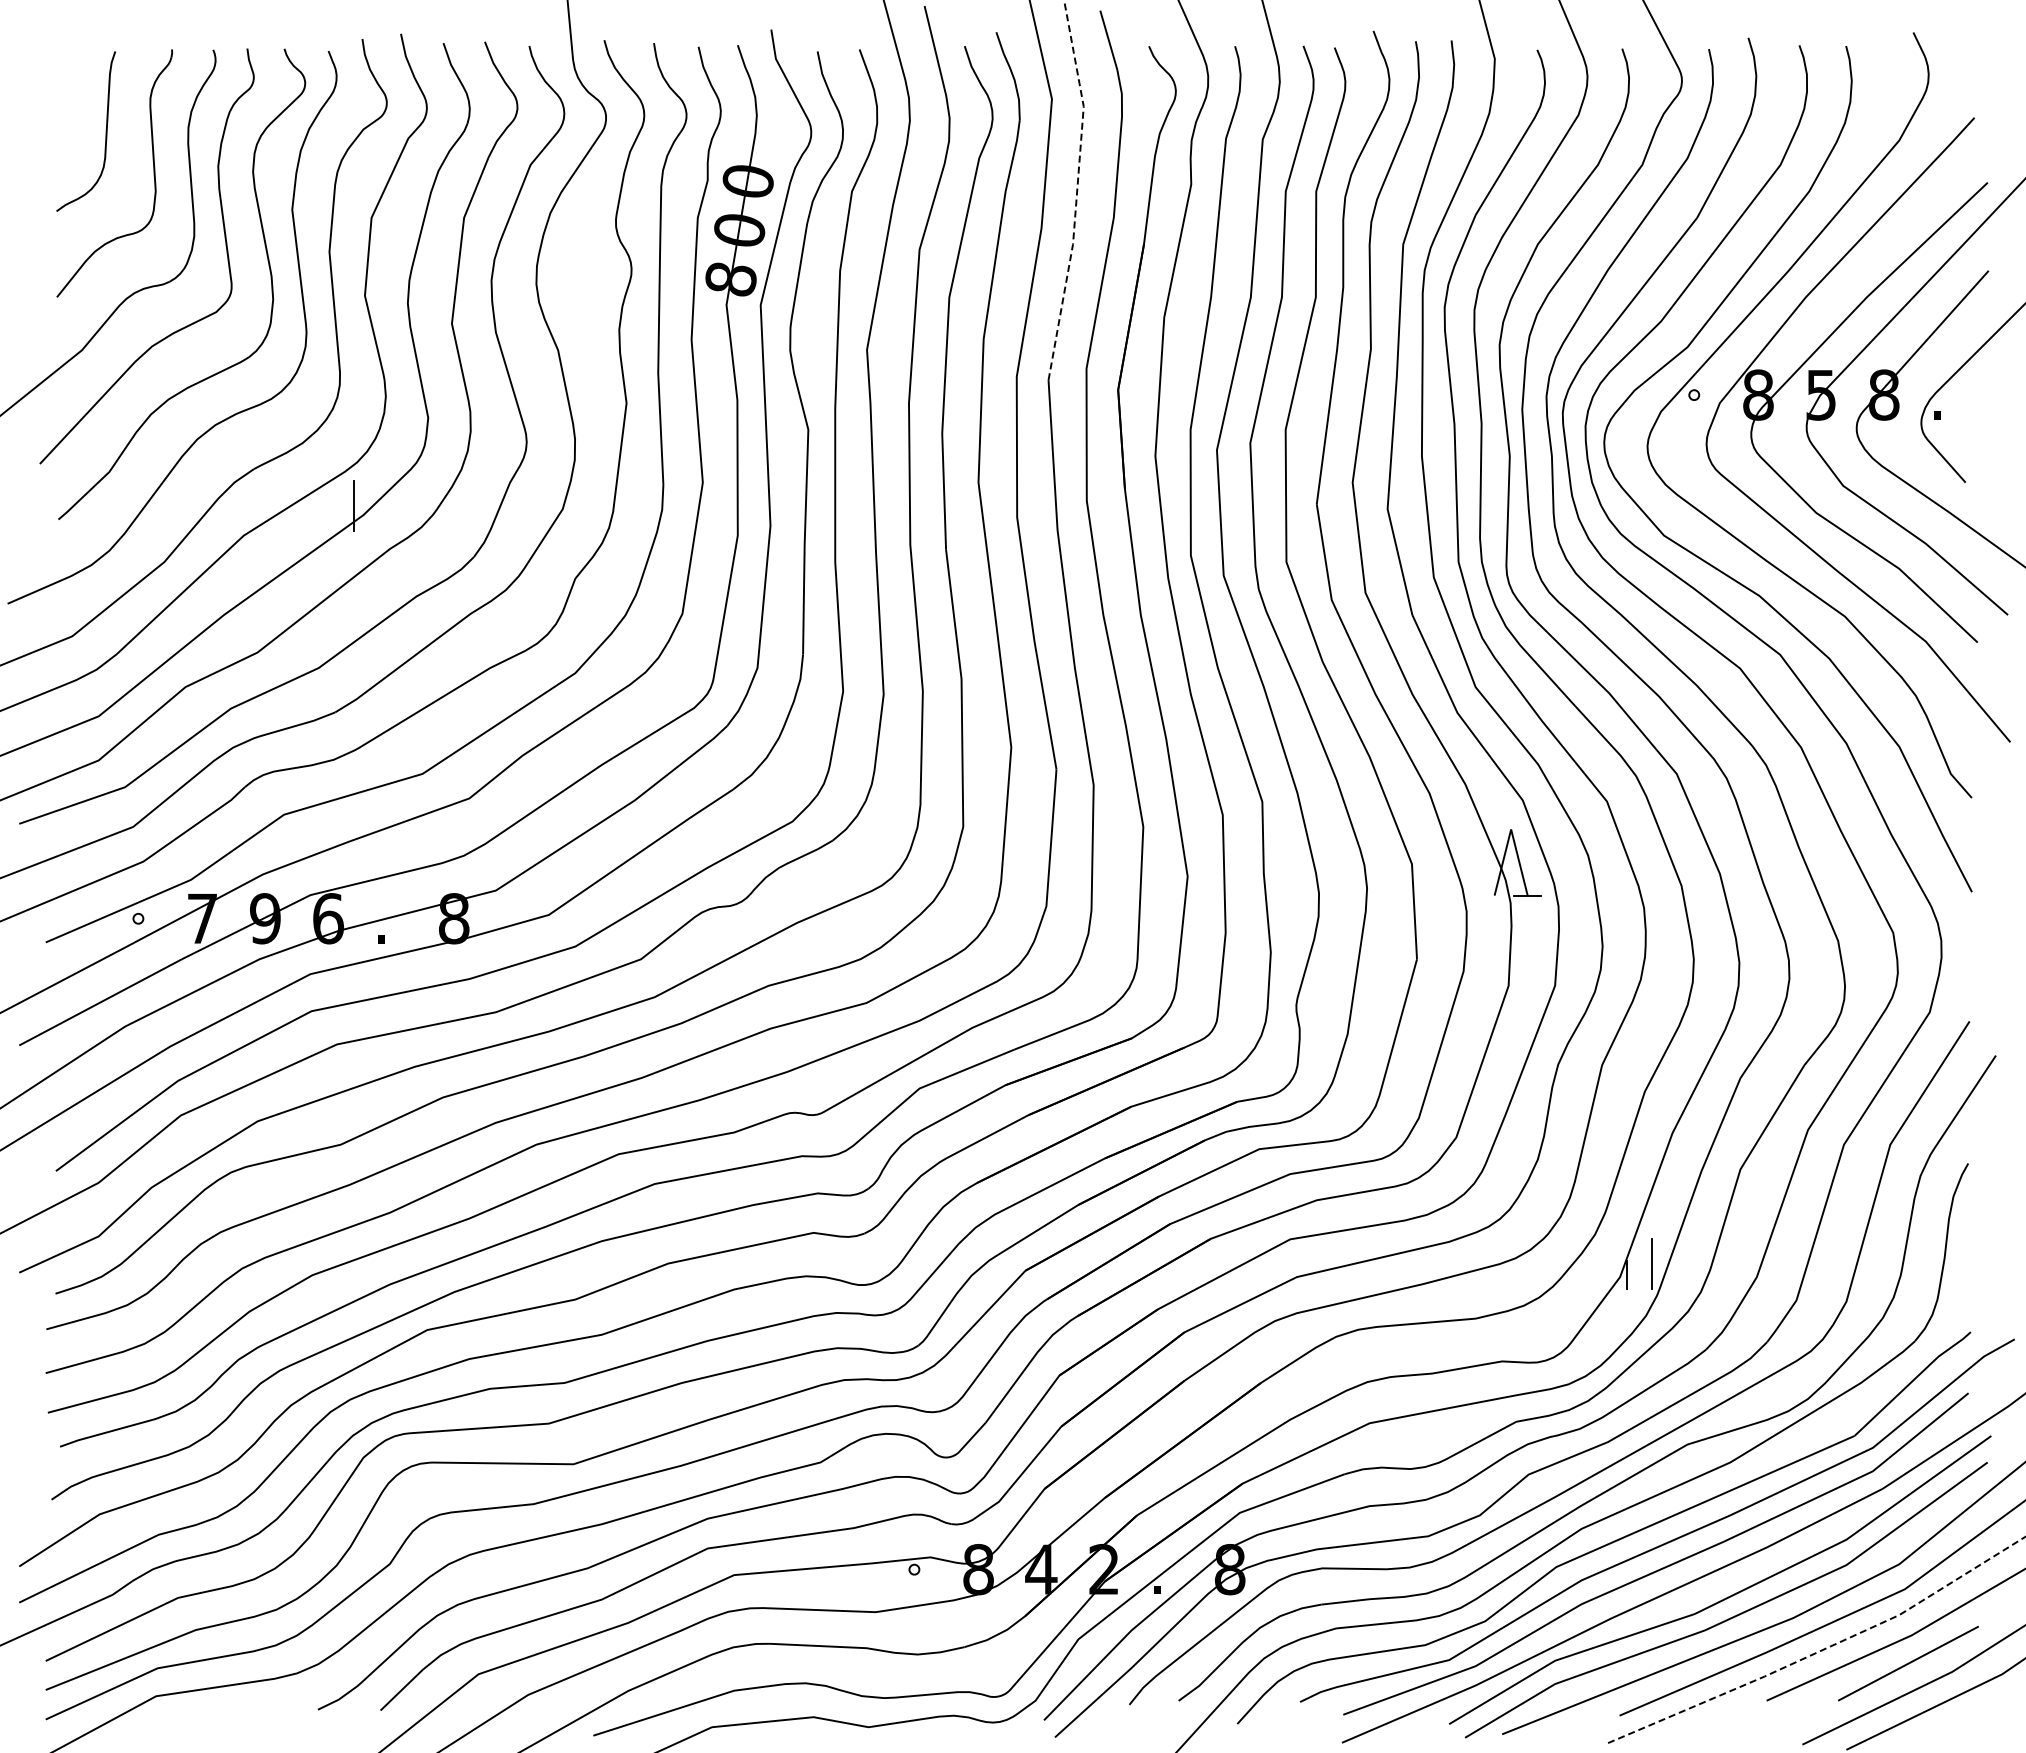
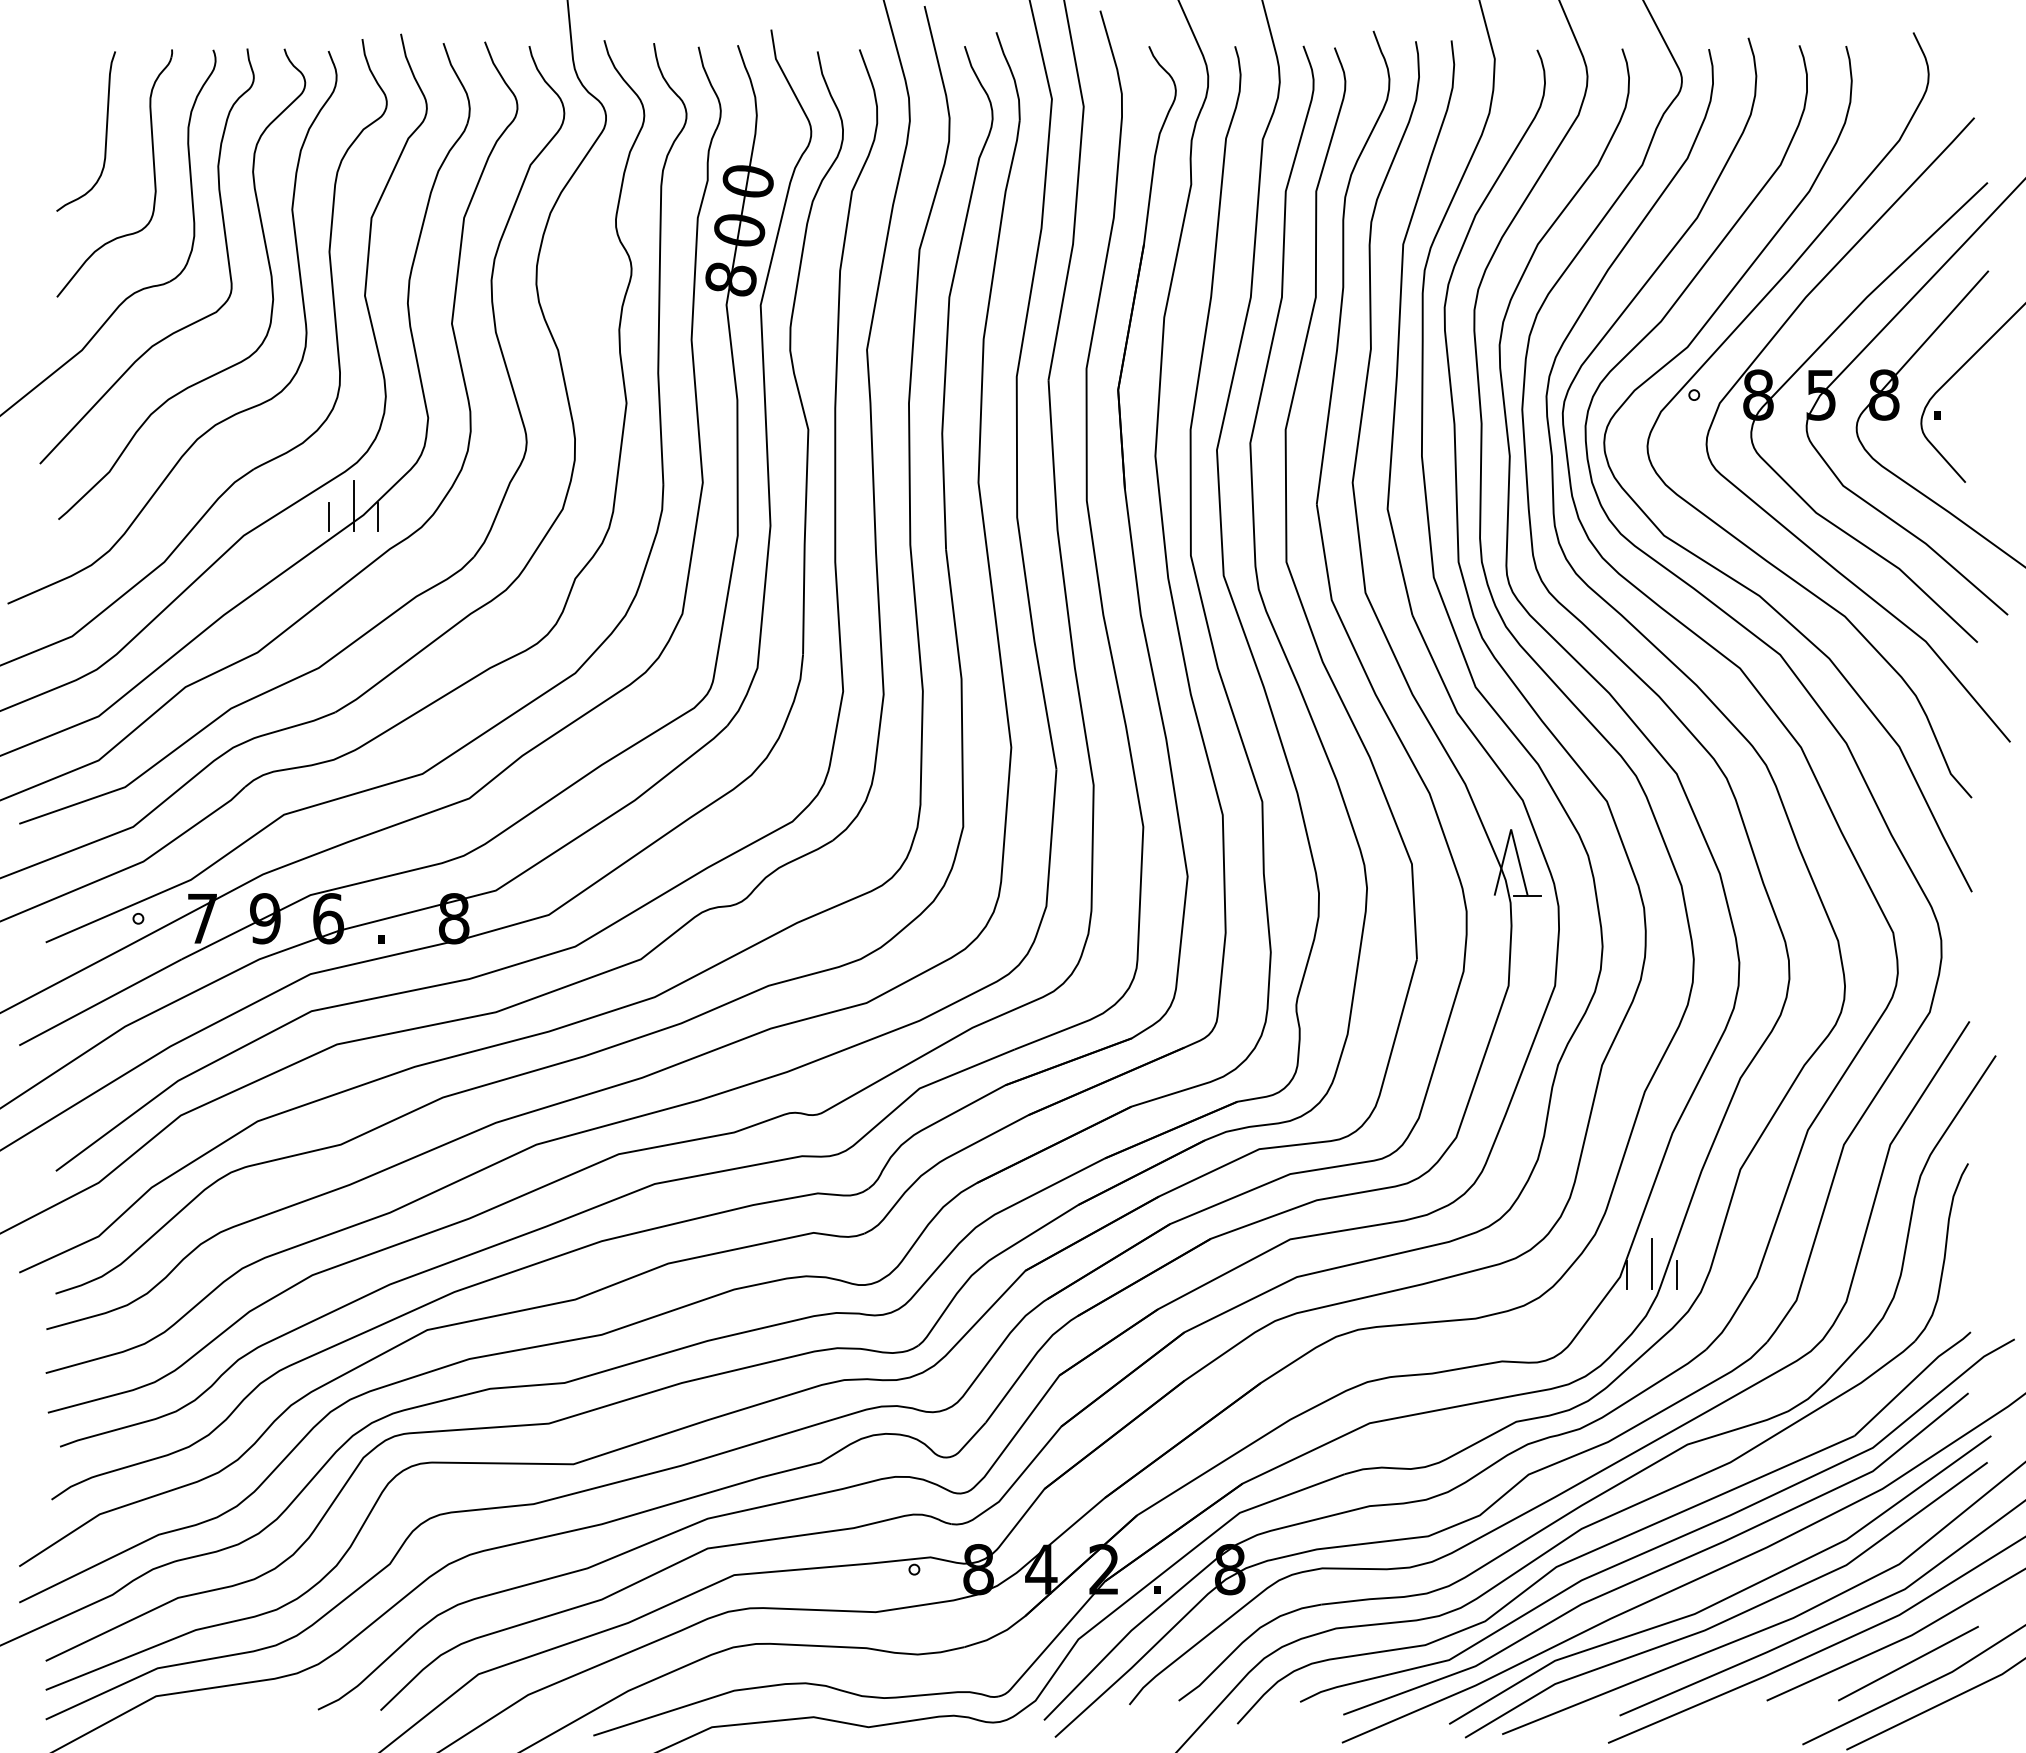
line at (1077, 189): dashed -> solid
line at (328, 517): none -> present
line at (378, 517): none -> present
line at (1676, 1274): none -> present
line at (1822, 1650): dashed -> solid
